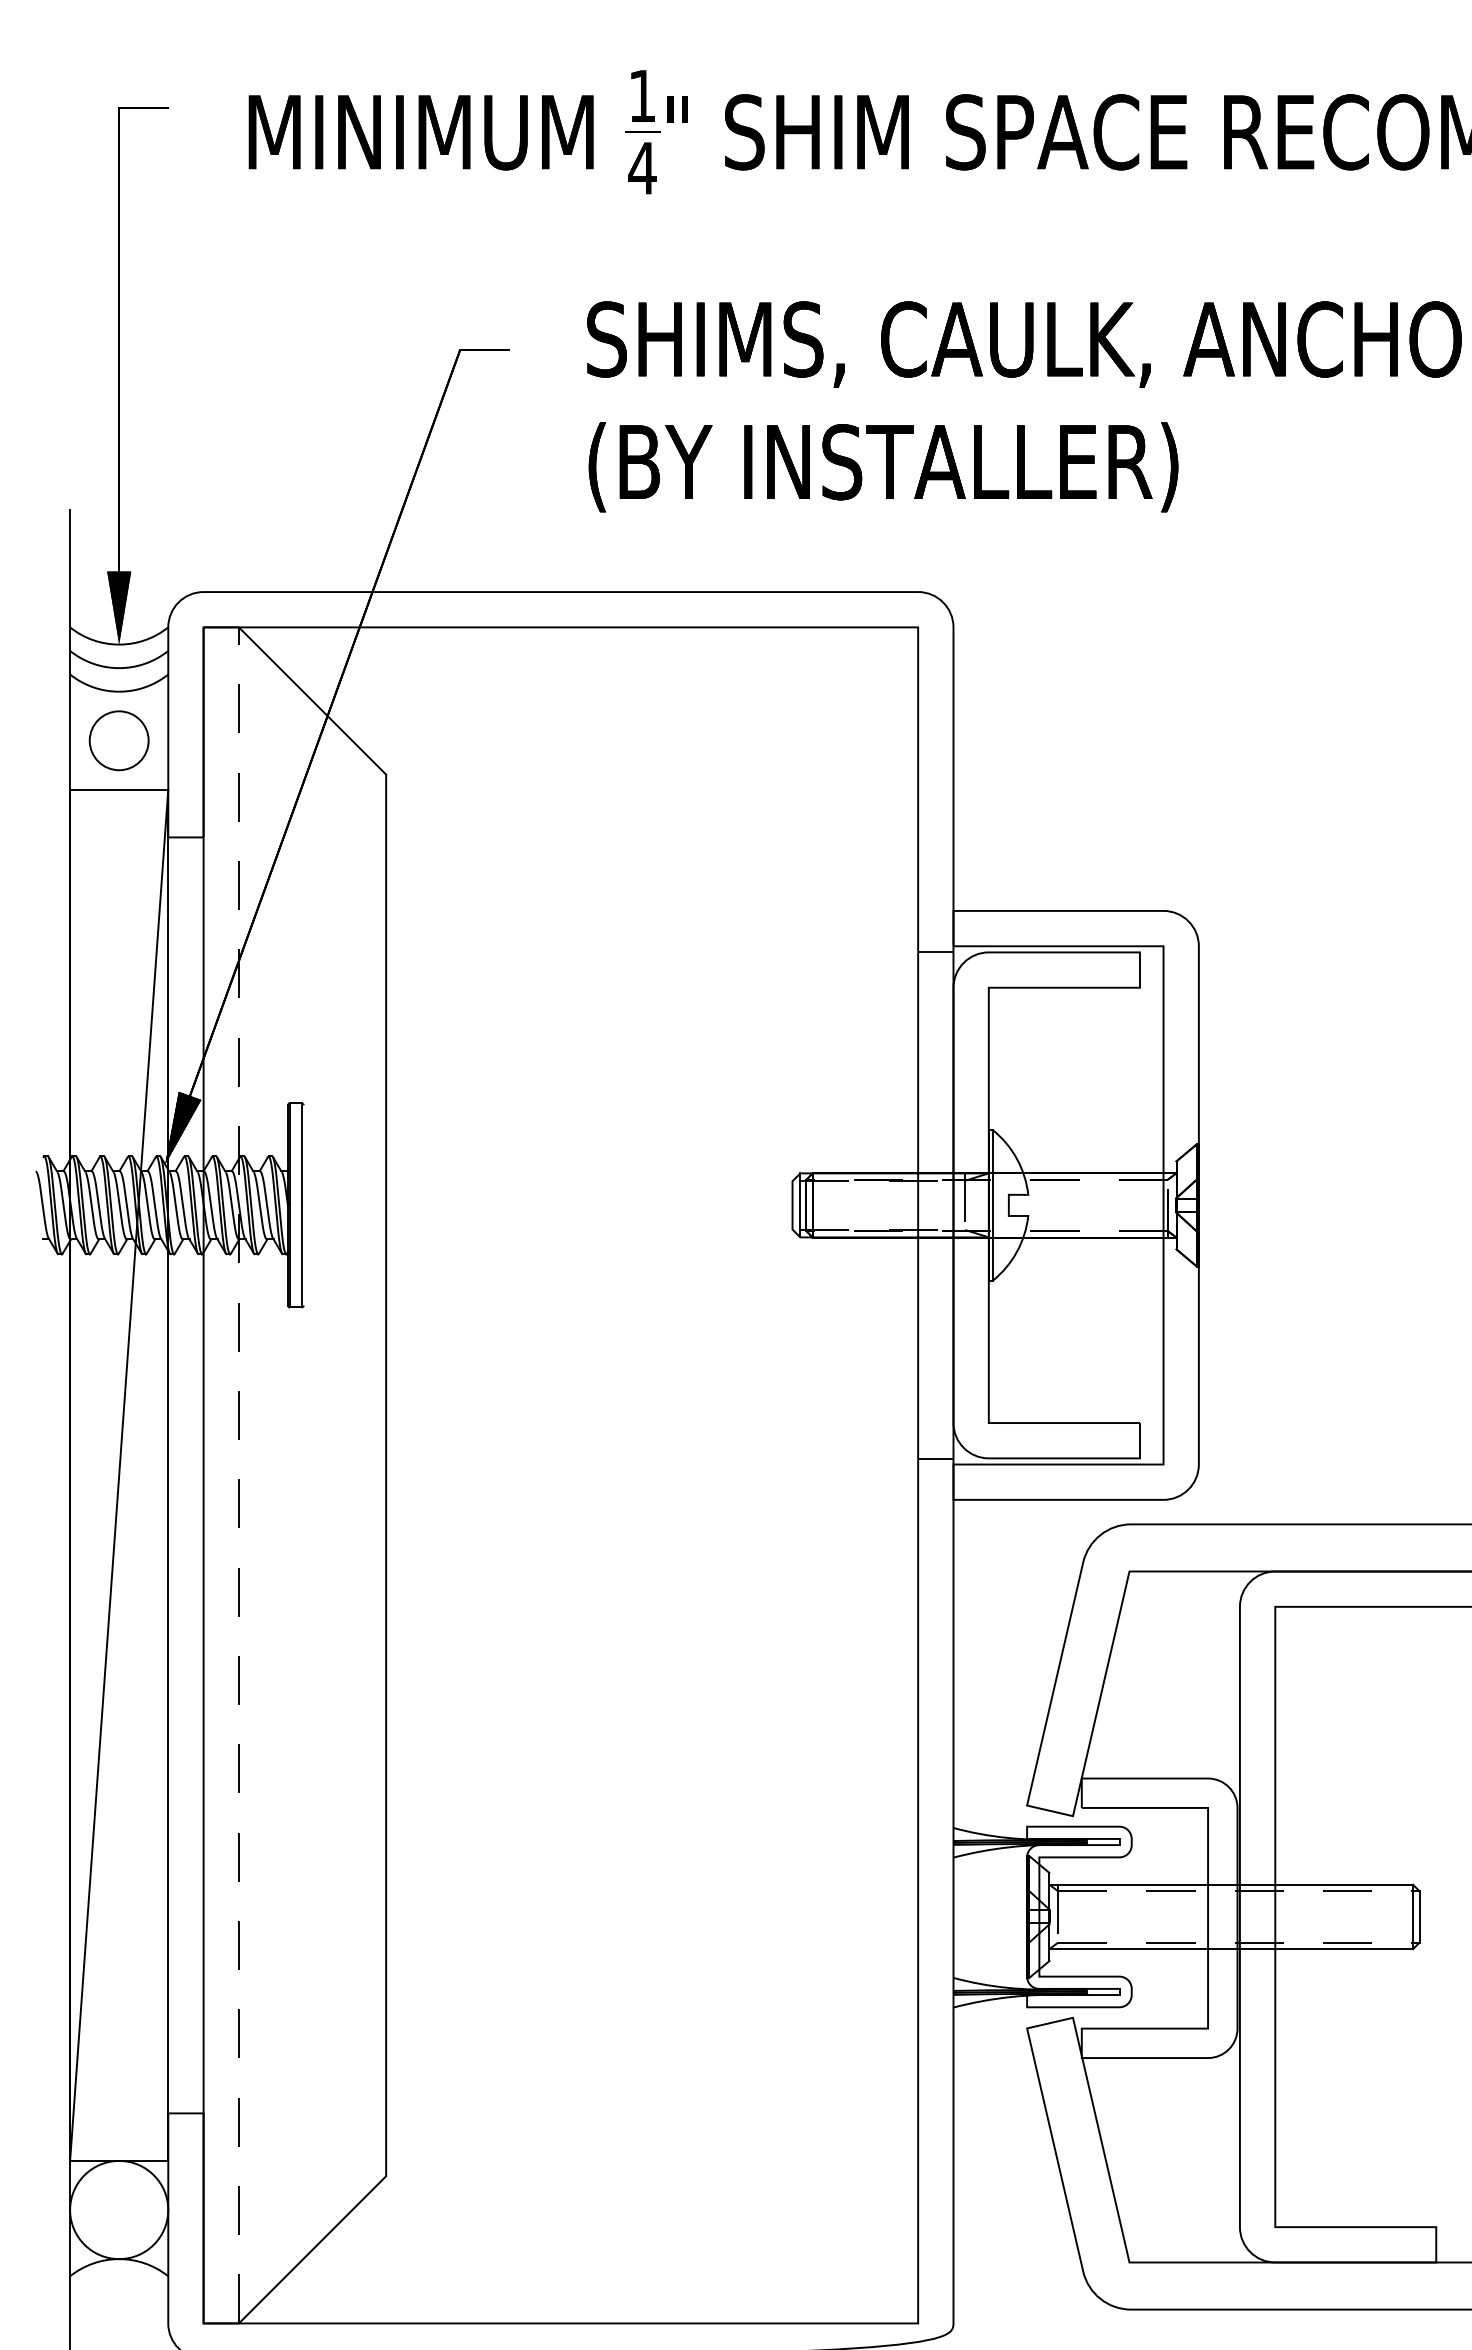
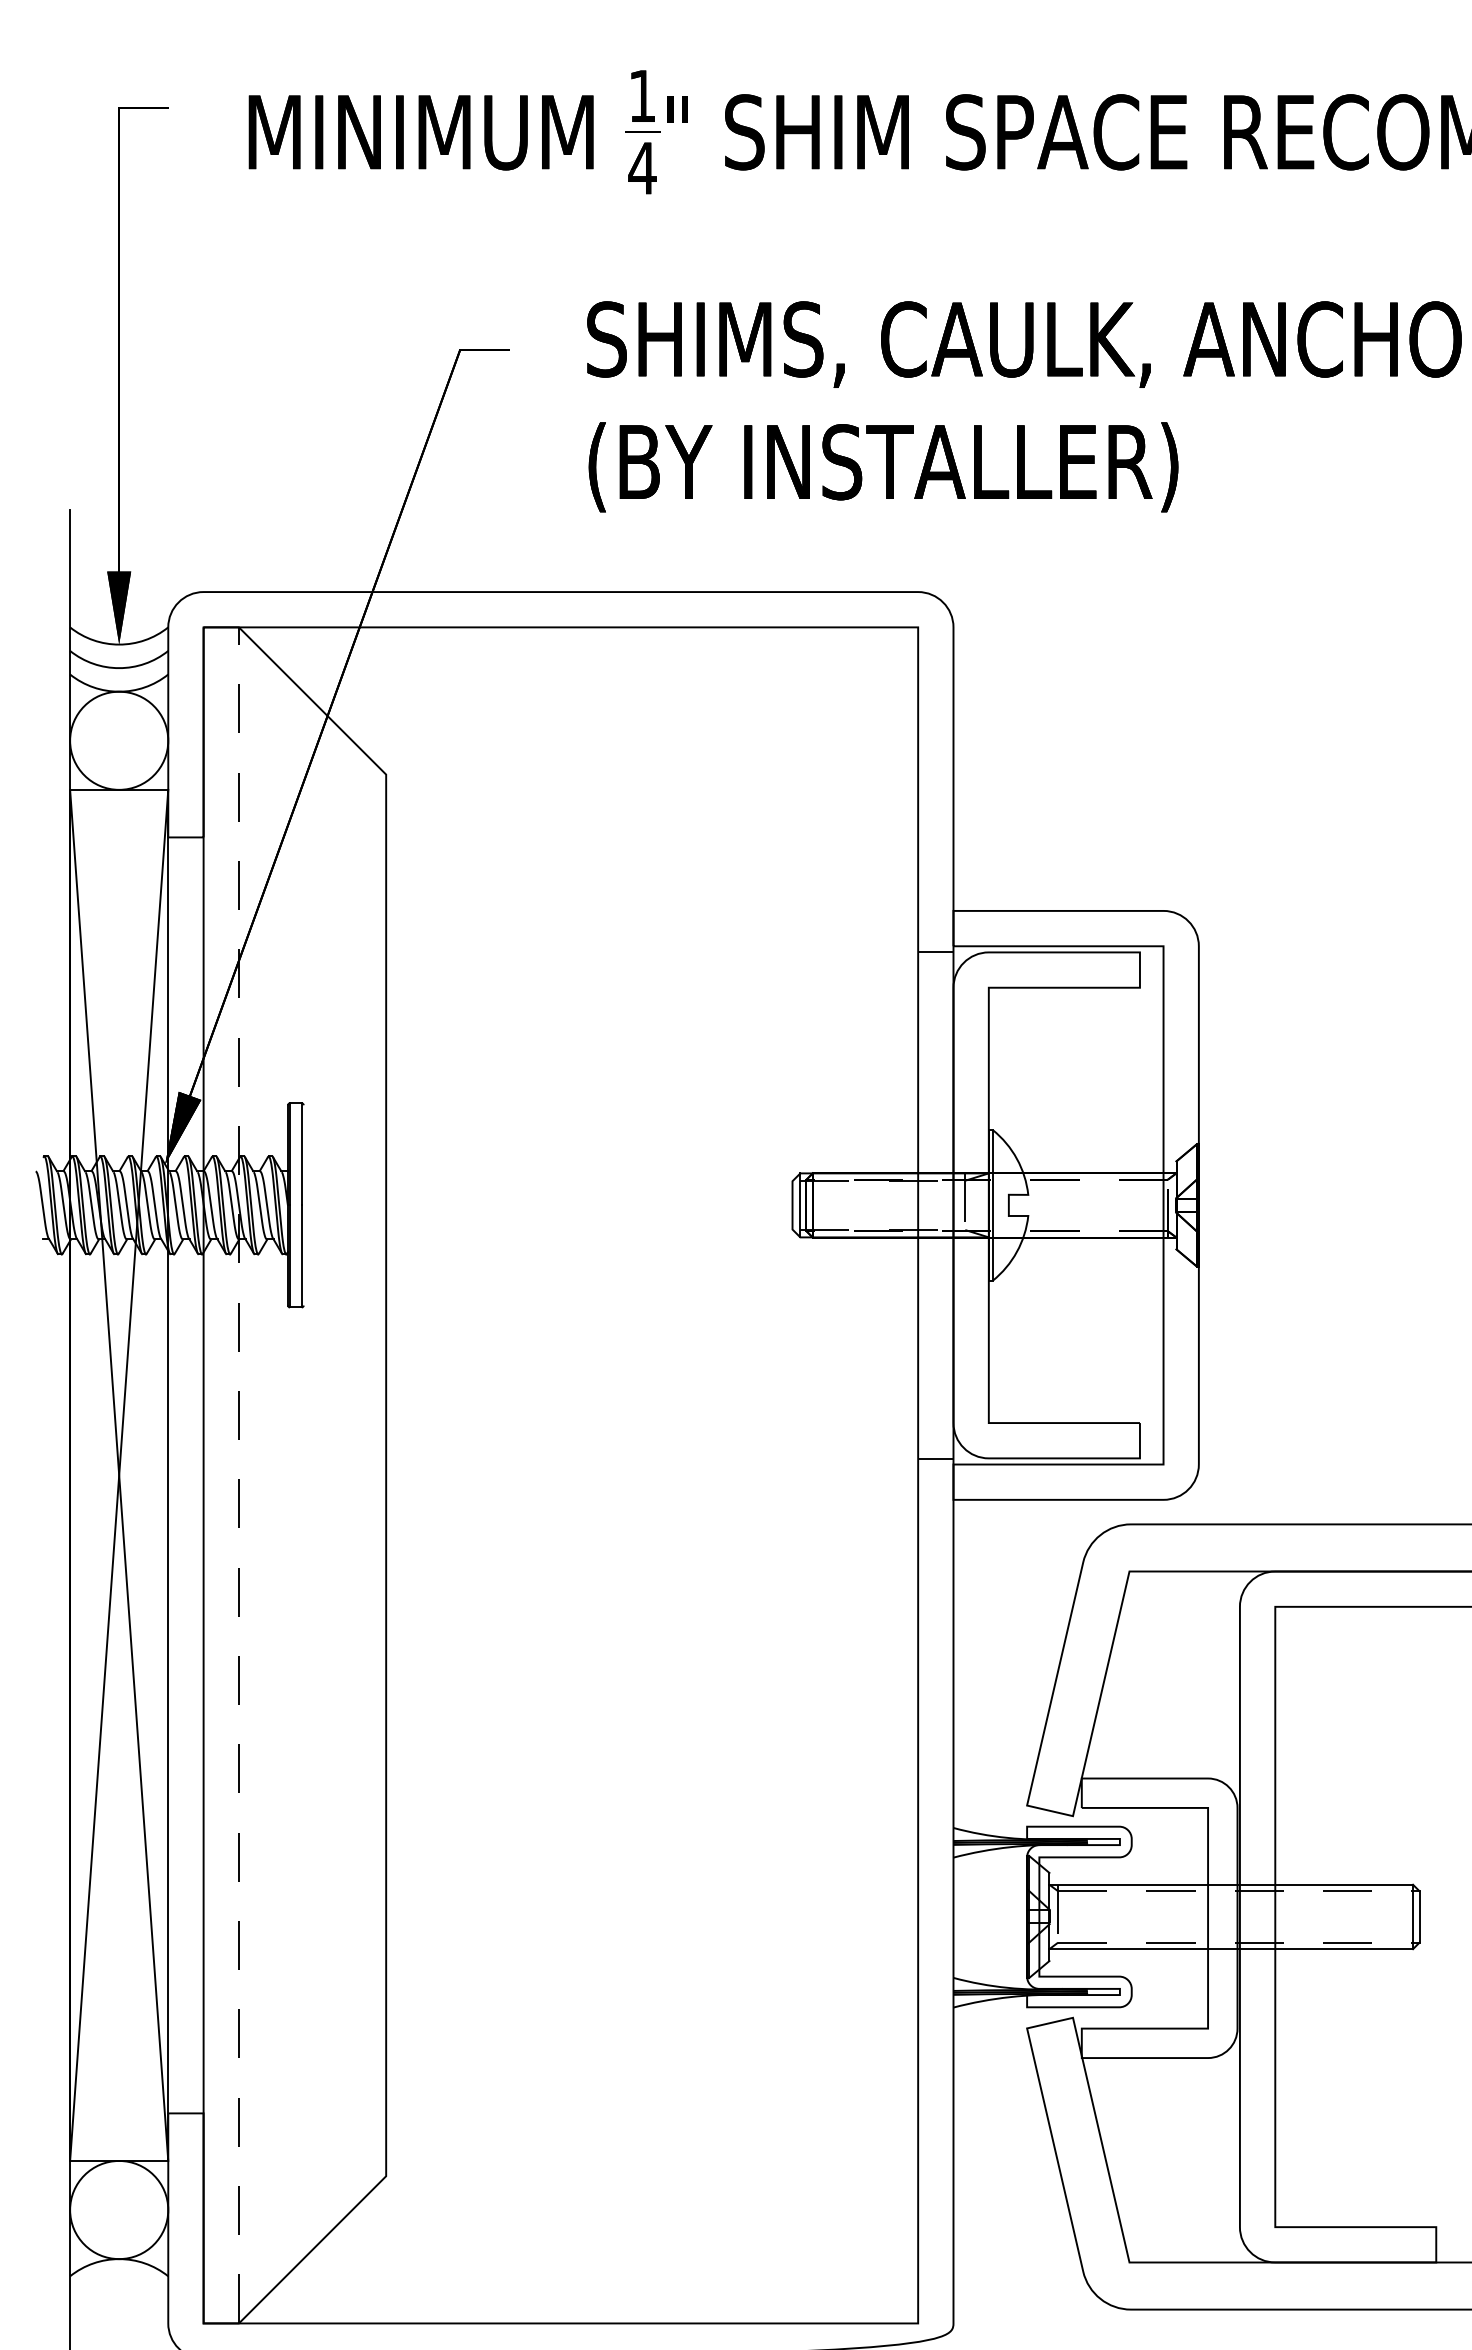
circle at (118, 740) diameter: 59 px -> 98 px
line at (119, 1474): none -> present
